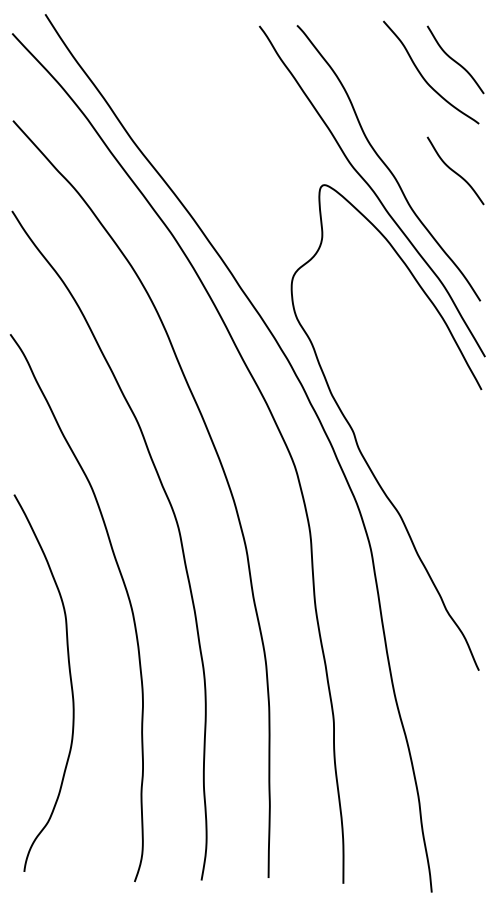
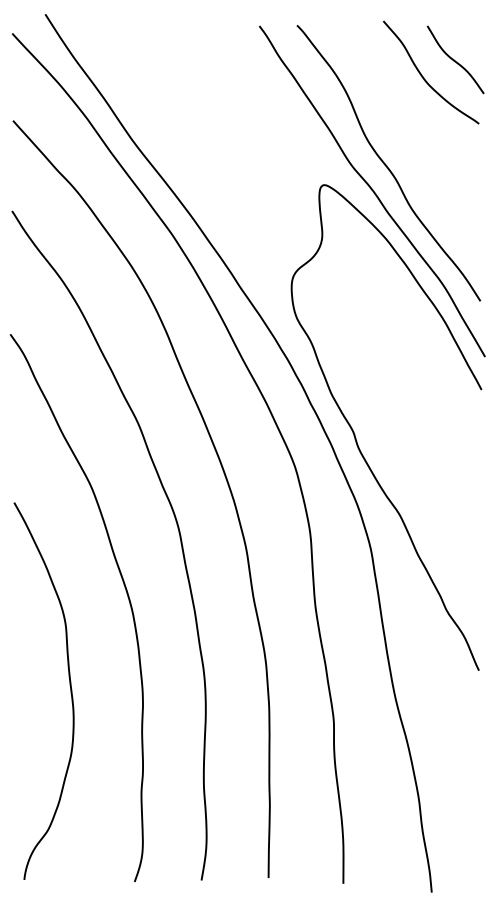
curve at (454, 170): present -> none
curve at (69, 677) position: (69, 677) -> (69, 685)
